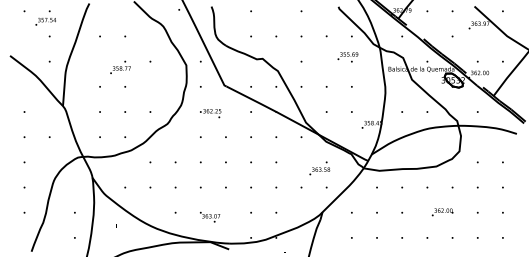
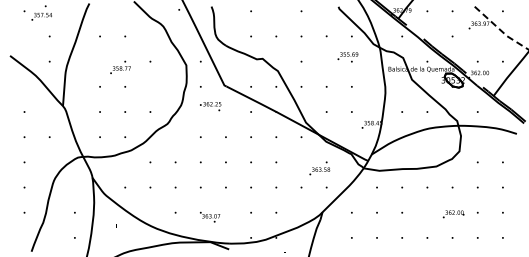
text at (45, 17) position: (45, 17) -> (41, 12)
line at (500, 30): solid -> dashed
text at (210, 113) position: (210, 113) -> (210, 106)
text at (442, 212) position: (442, 212) -> (453, 214)
